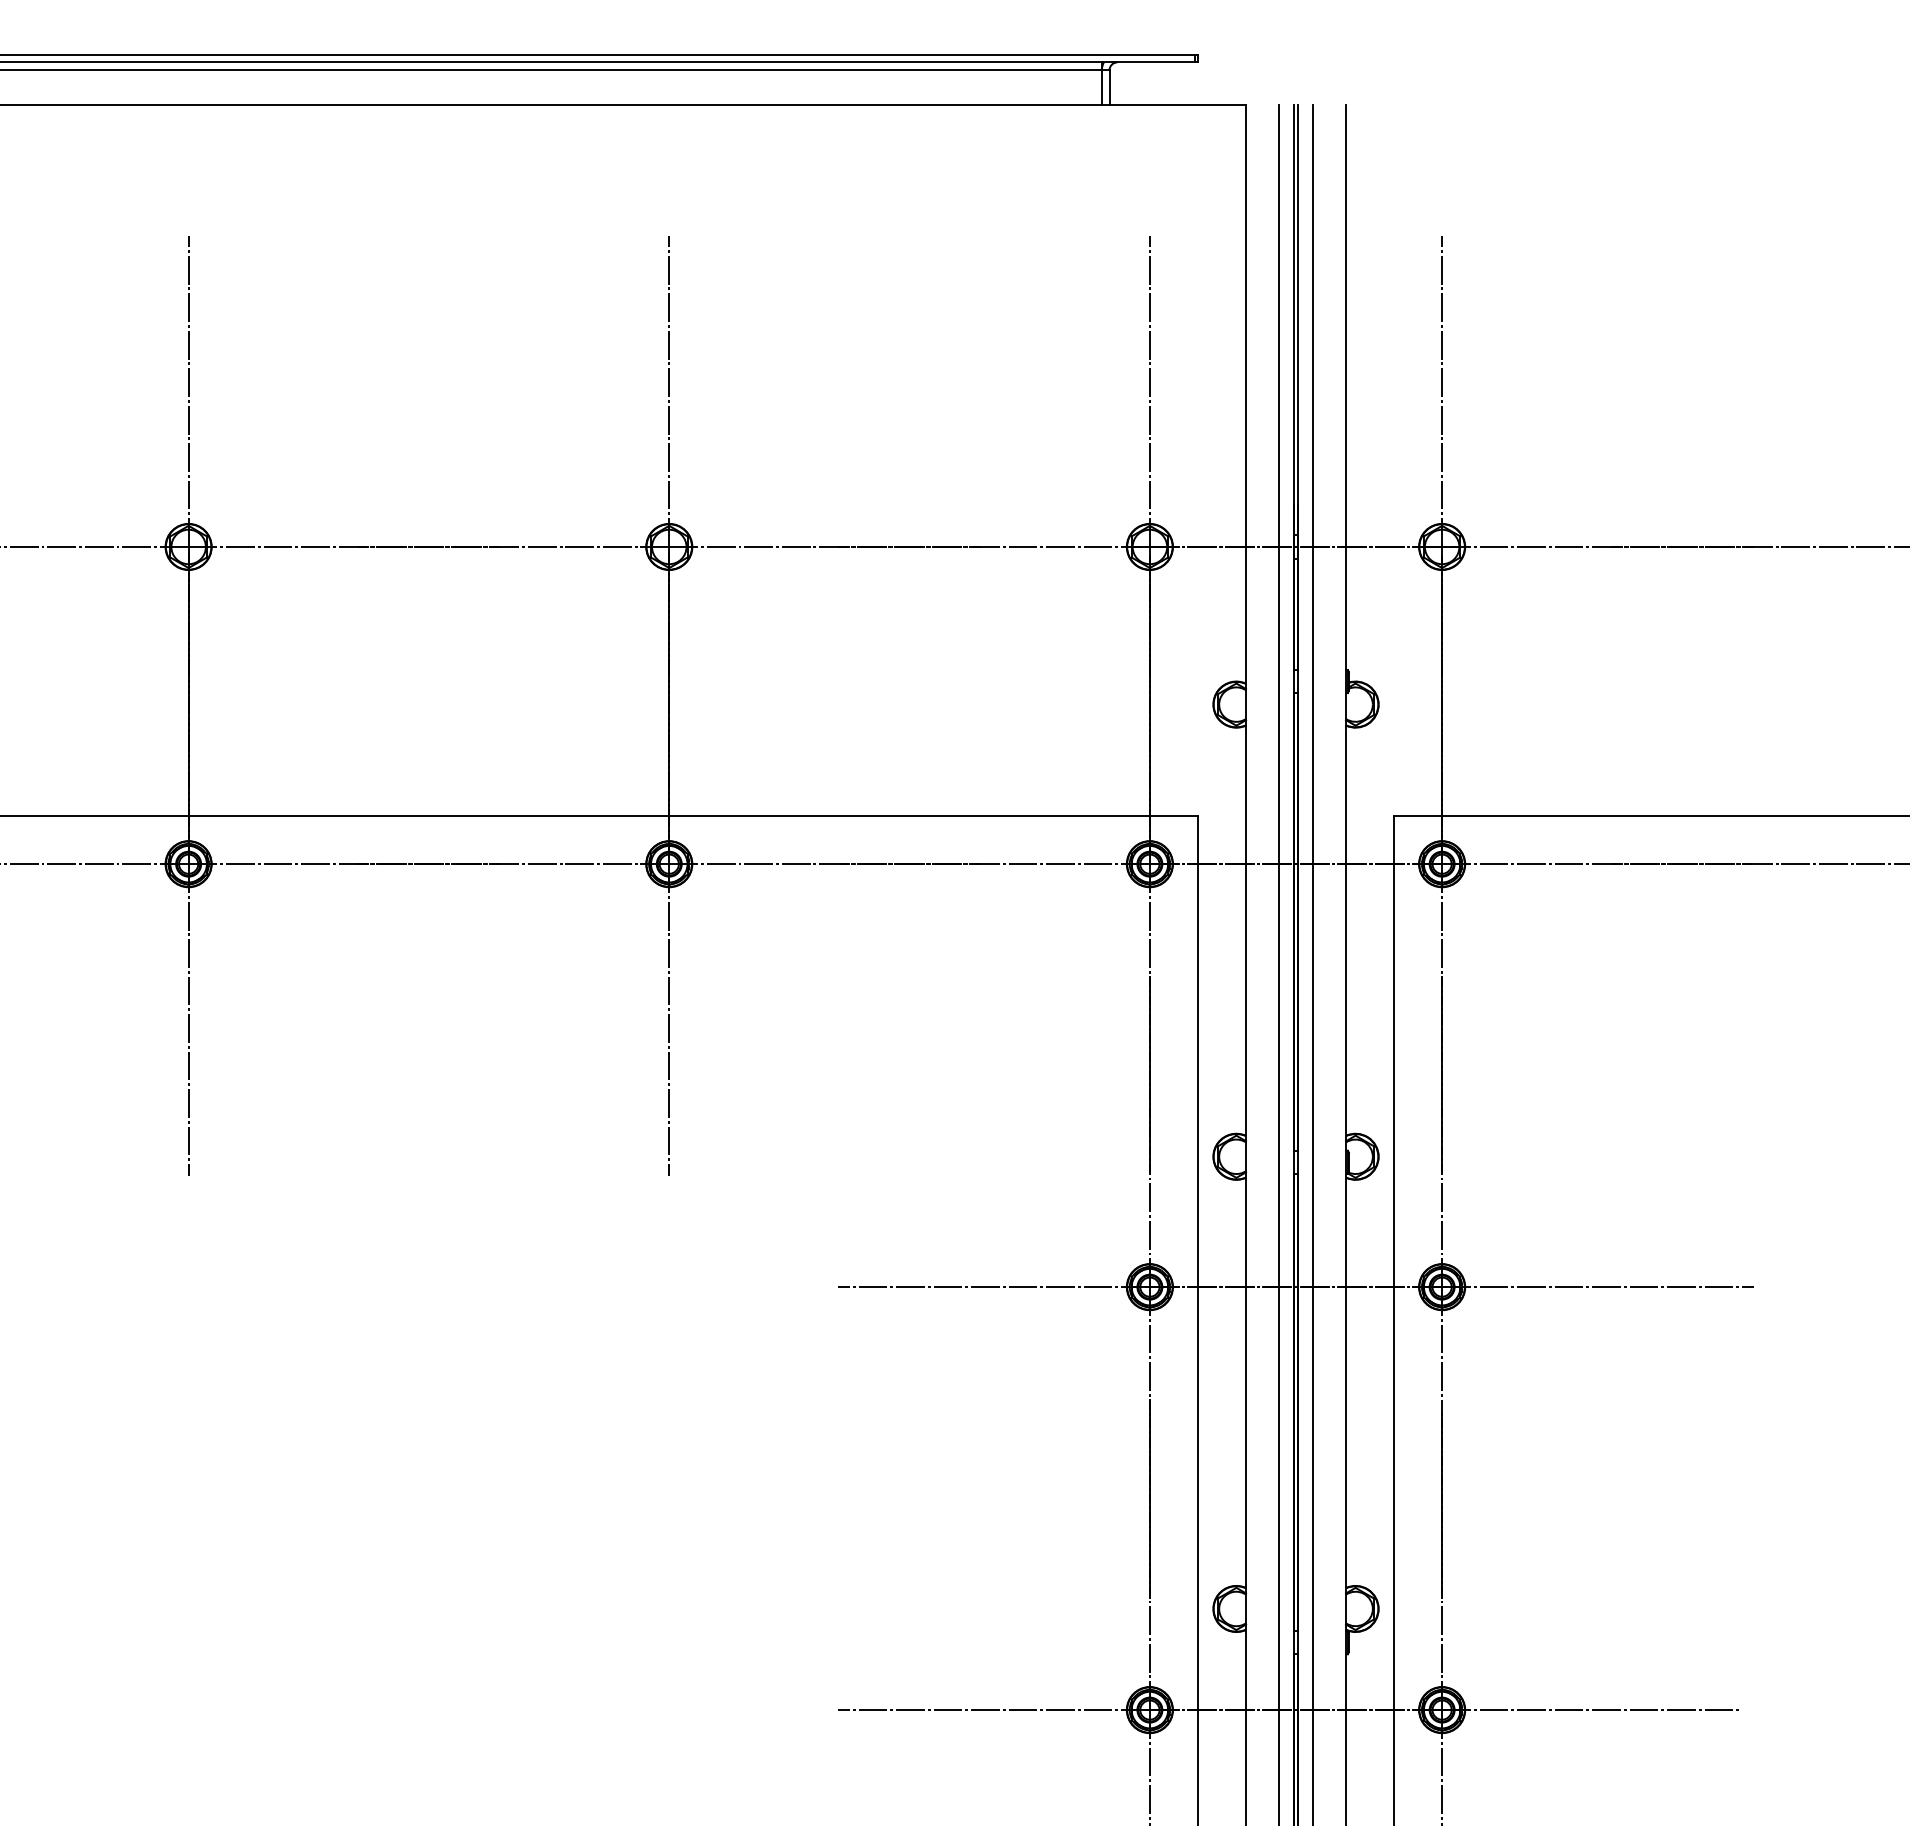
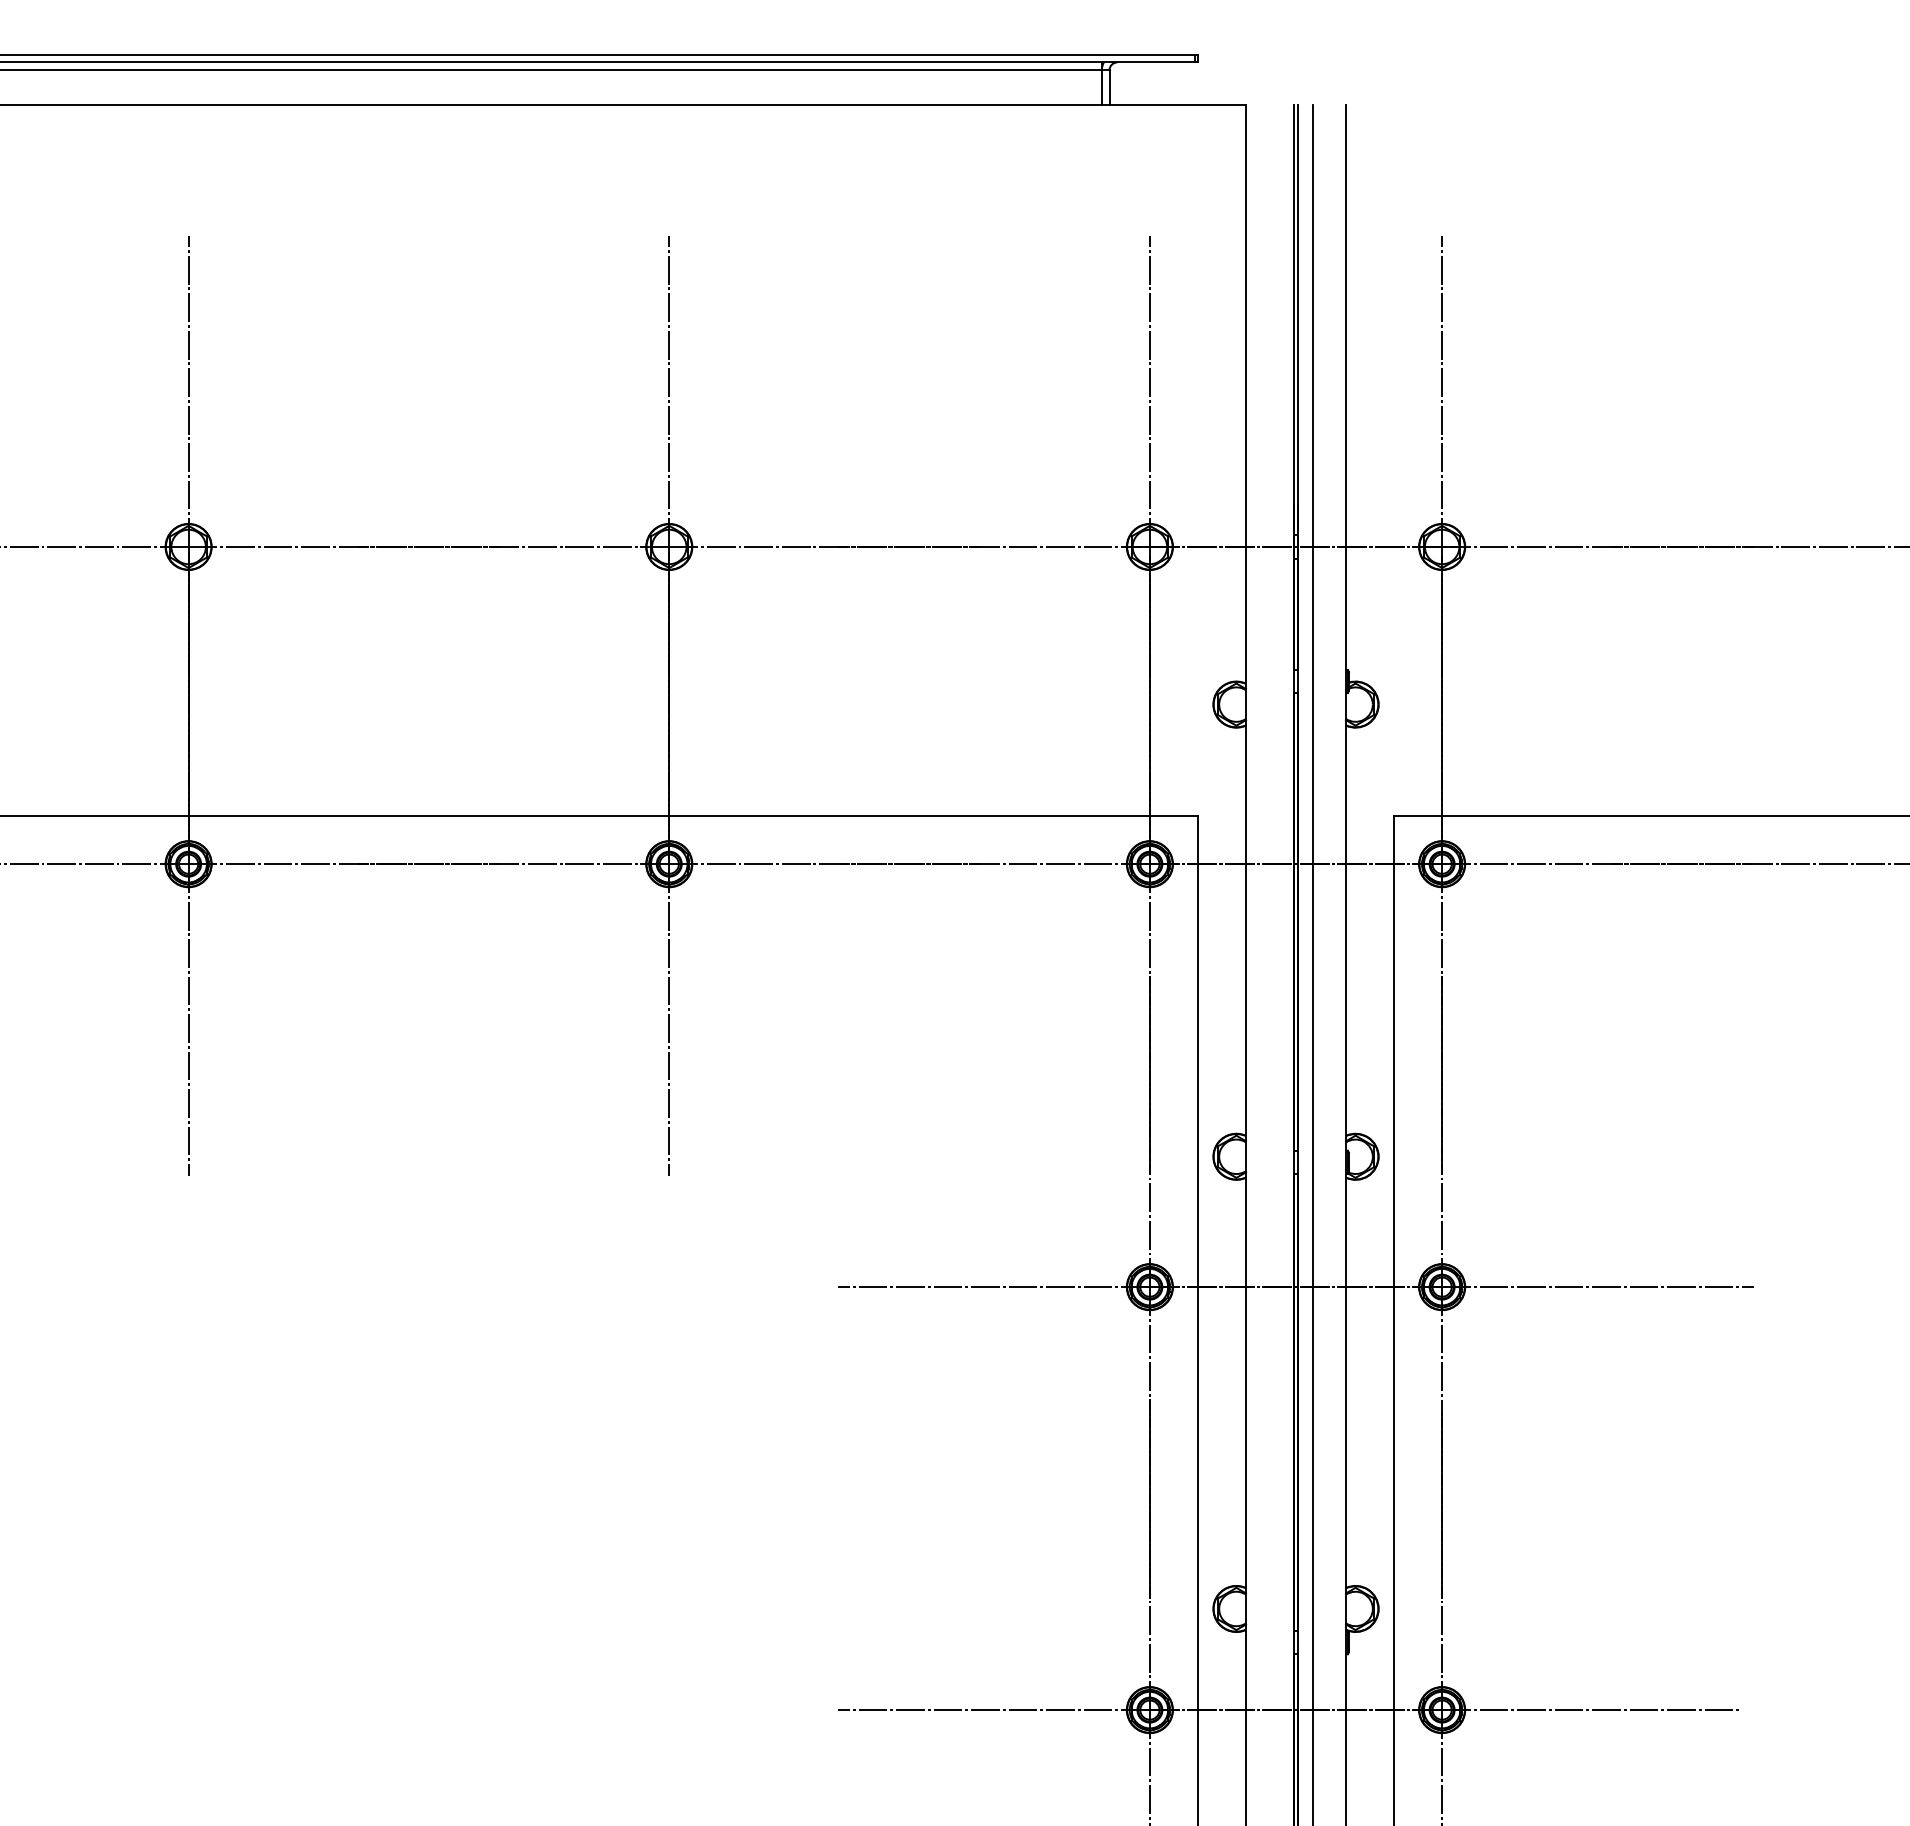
line at (1278, 963): present -> none
